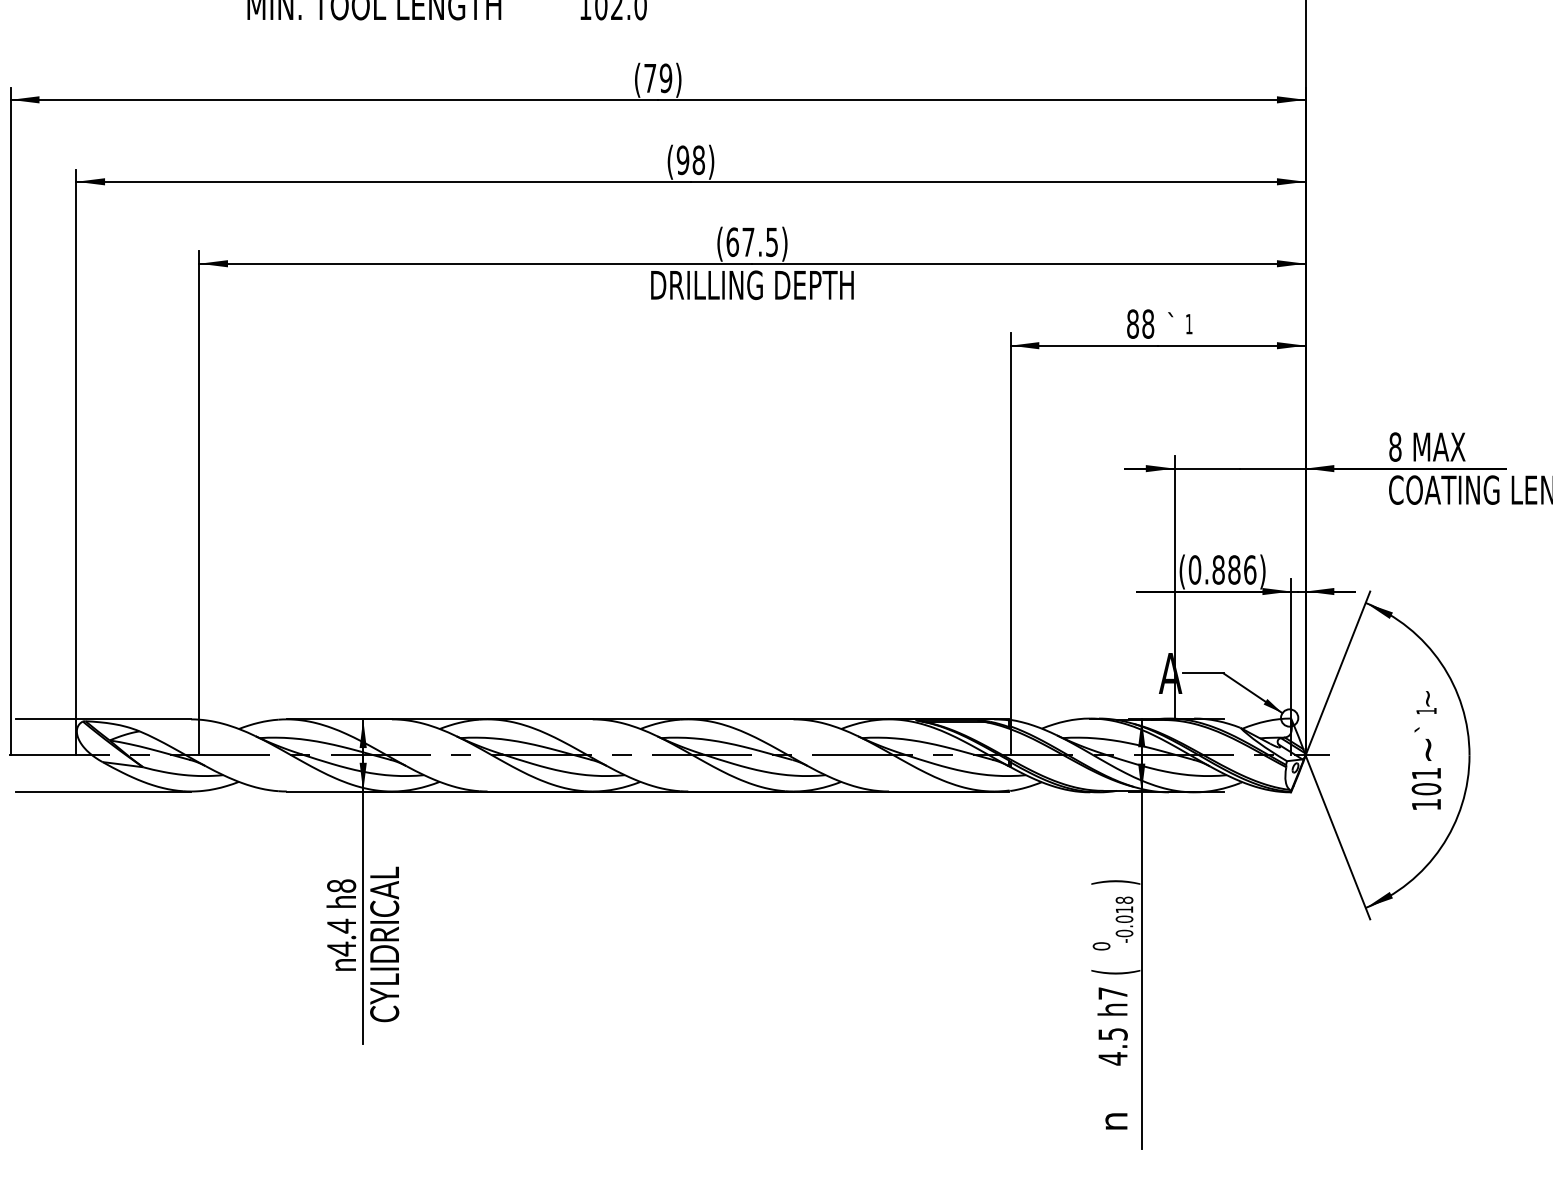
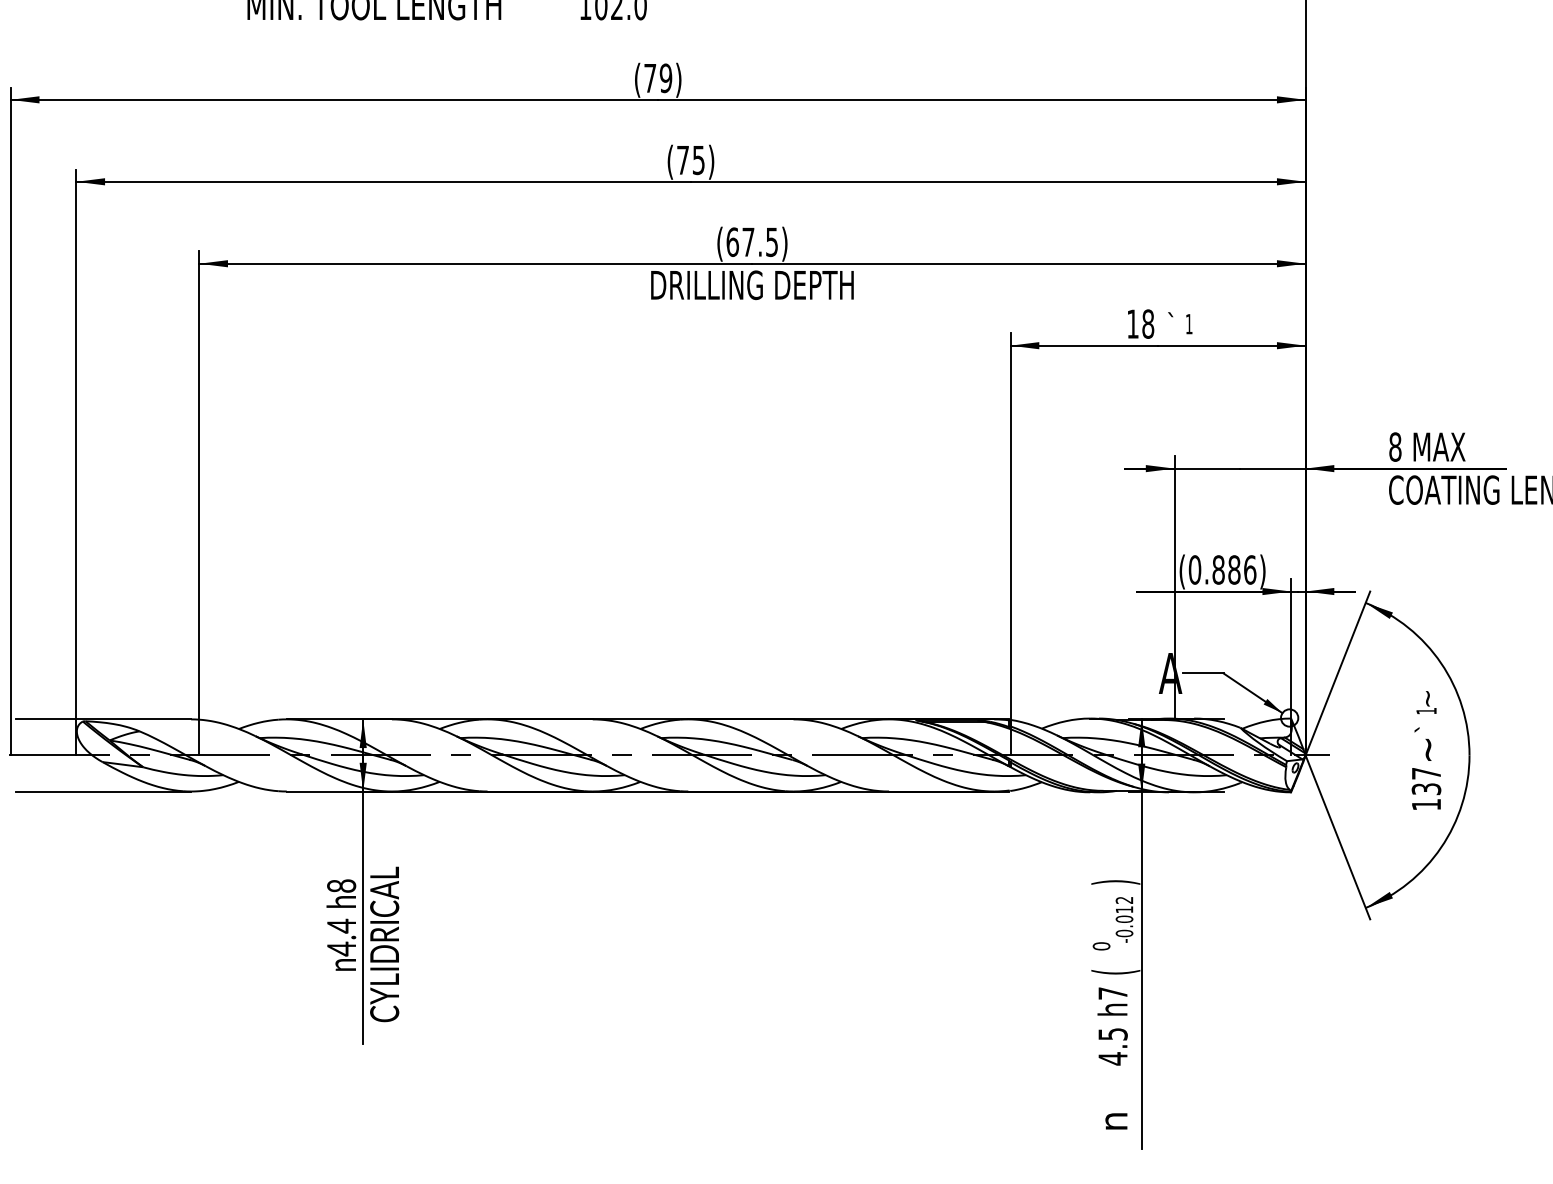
text at (690, 160): (98) -> (75)
text at (1132, 323): 88 -> 18
text at (1426, 781): 101 -> 137
text at (1124, 899): -0.018 -> -0.012
